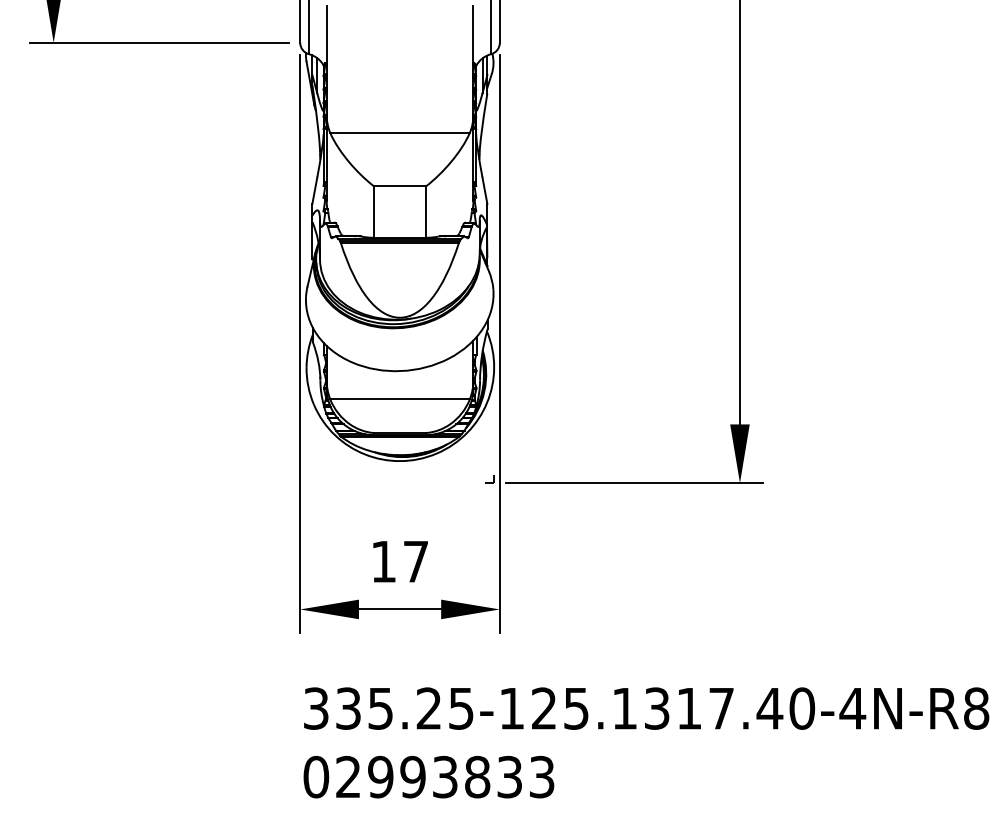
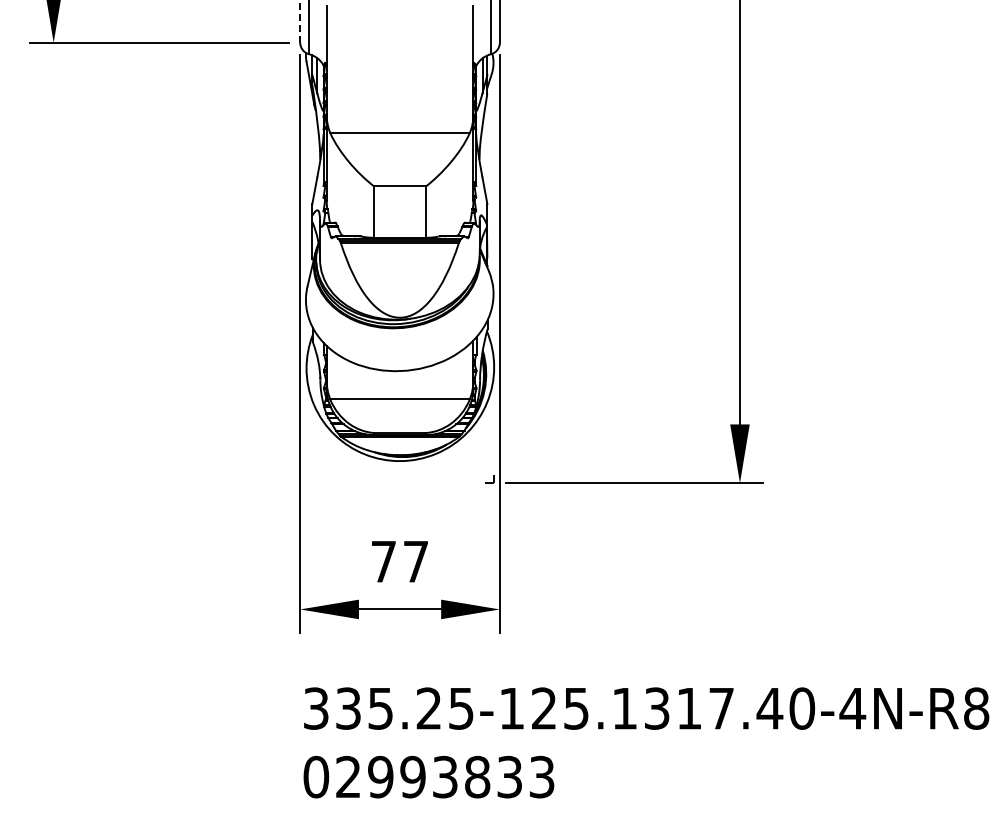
line at (300, 21): solid -> dashed
text at (383, 561): 17 -> 77
